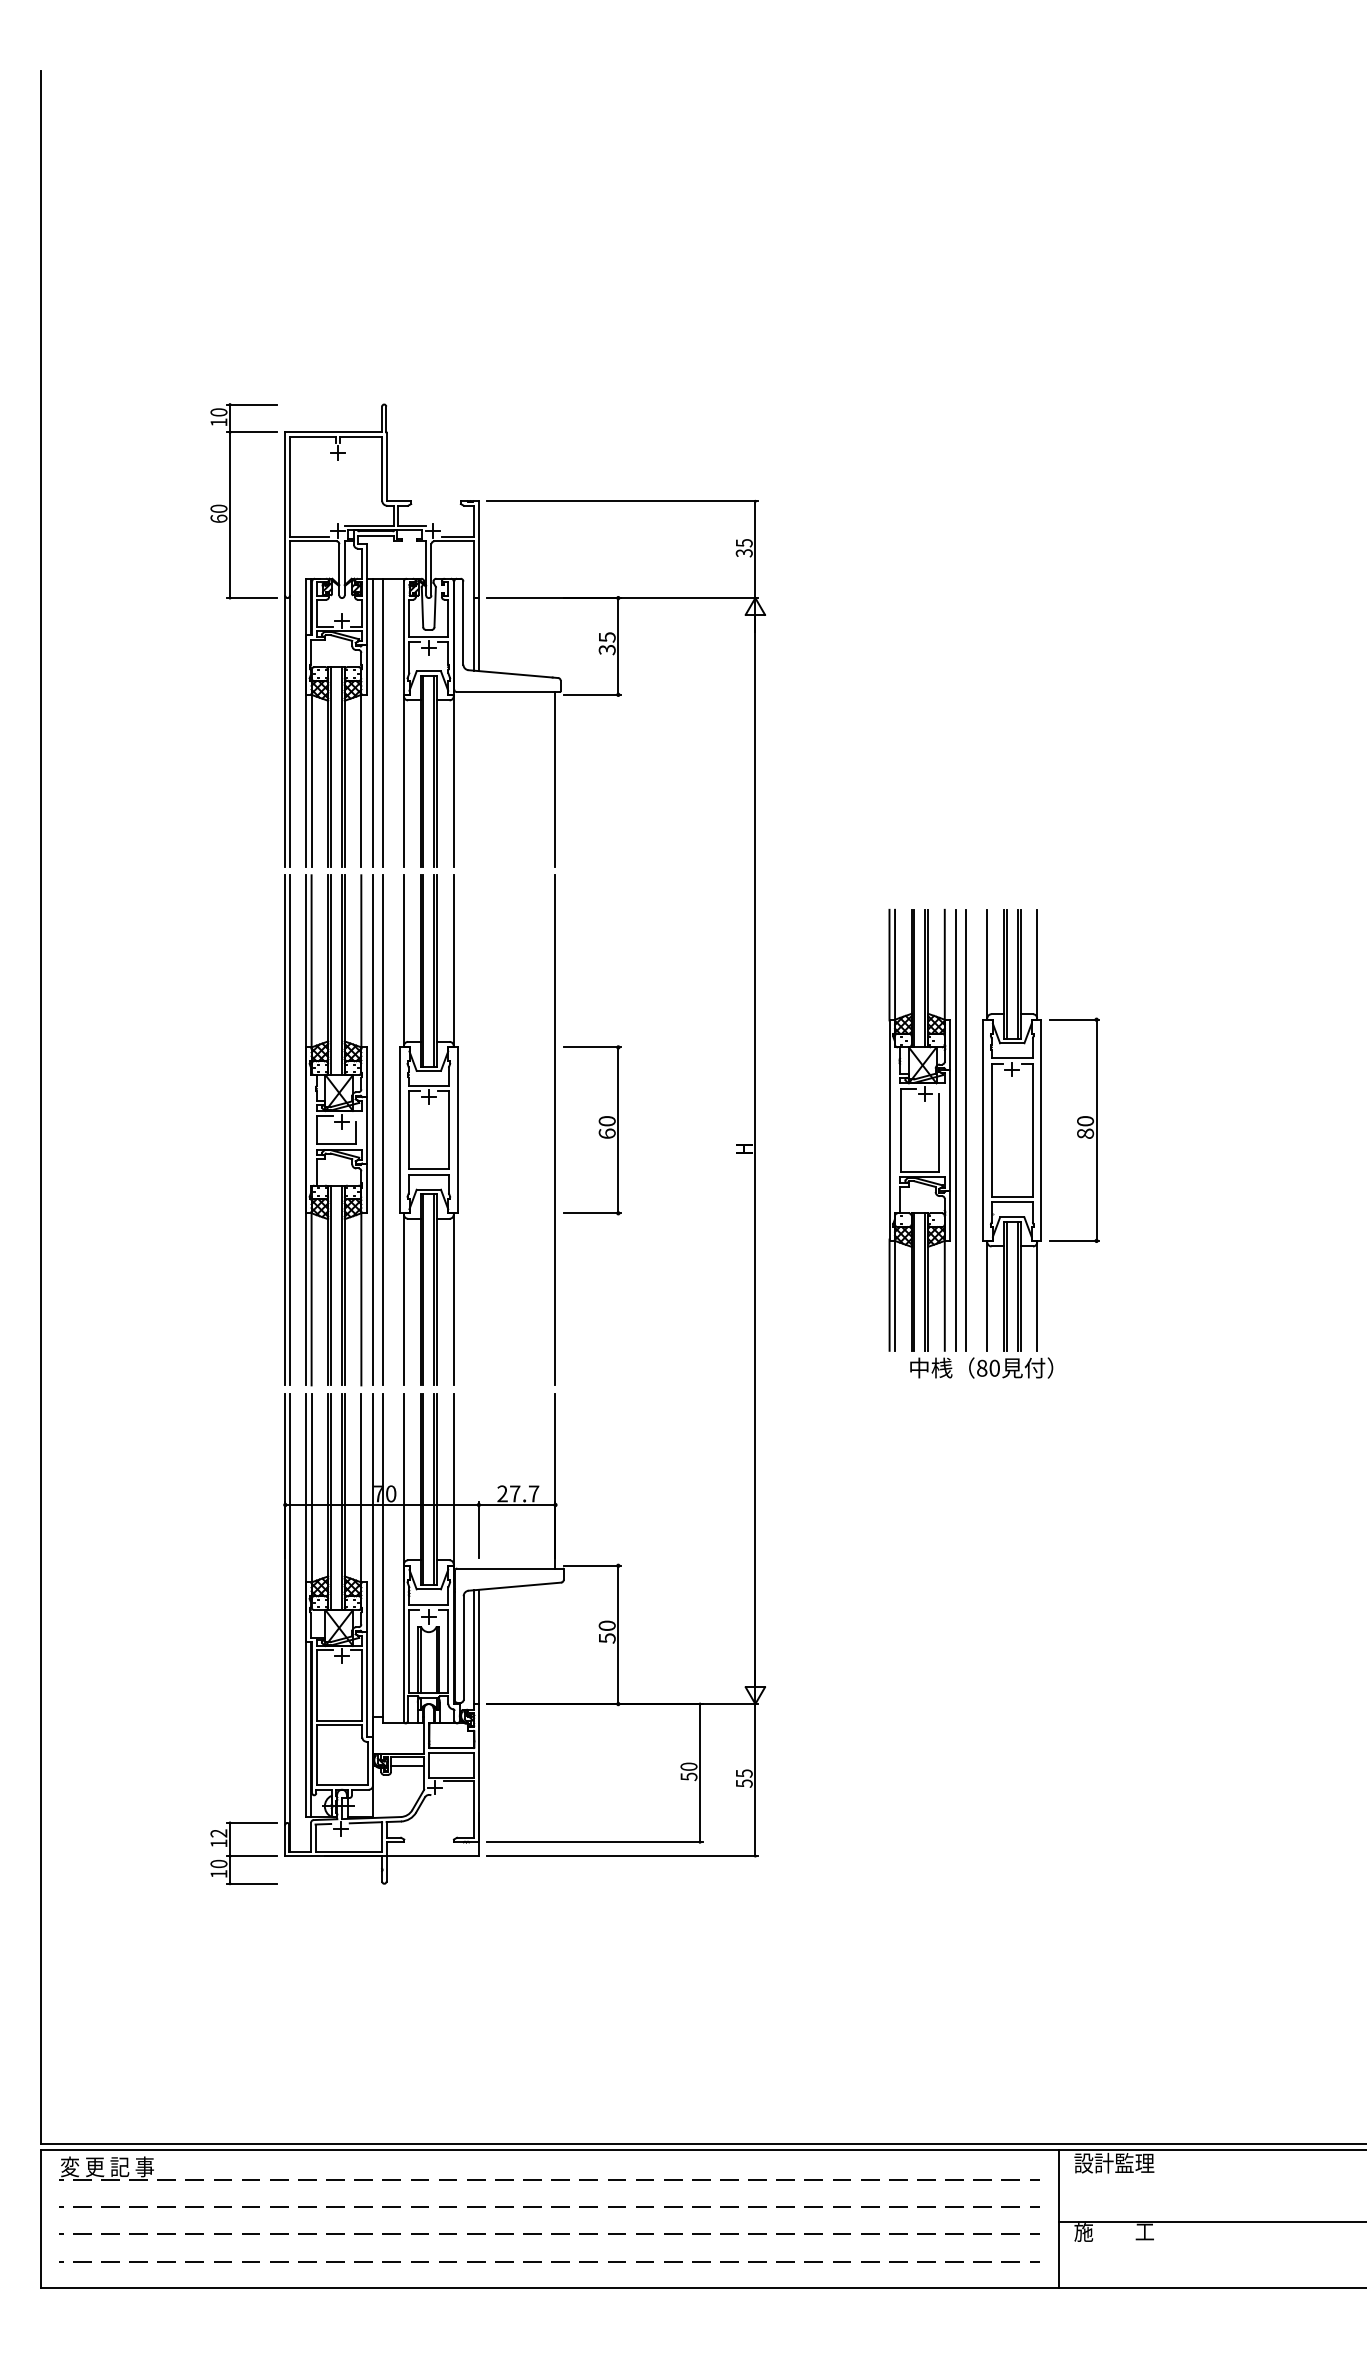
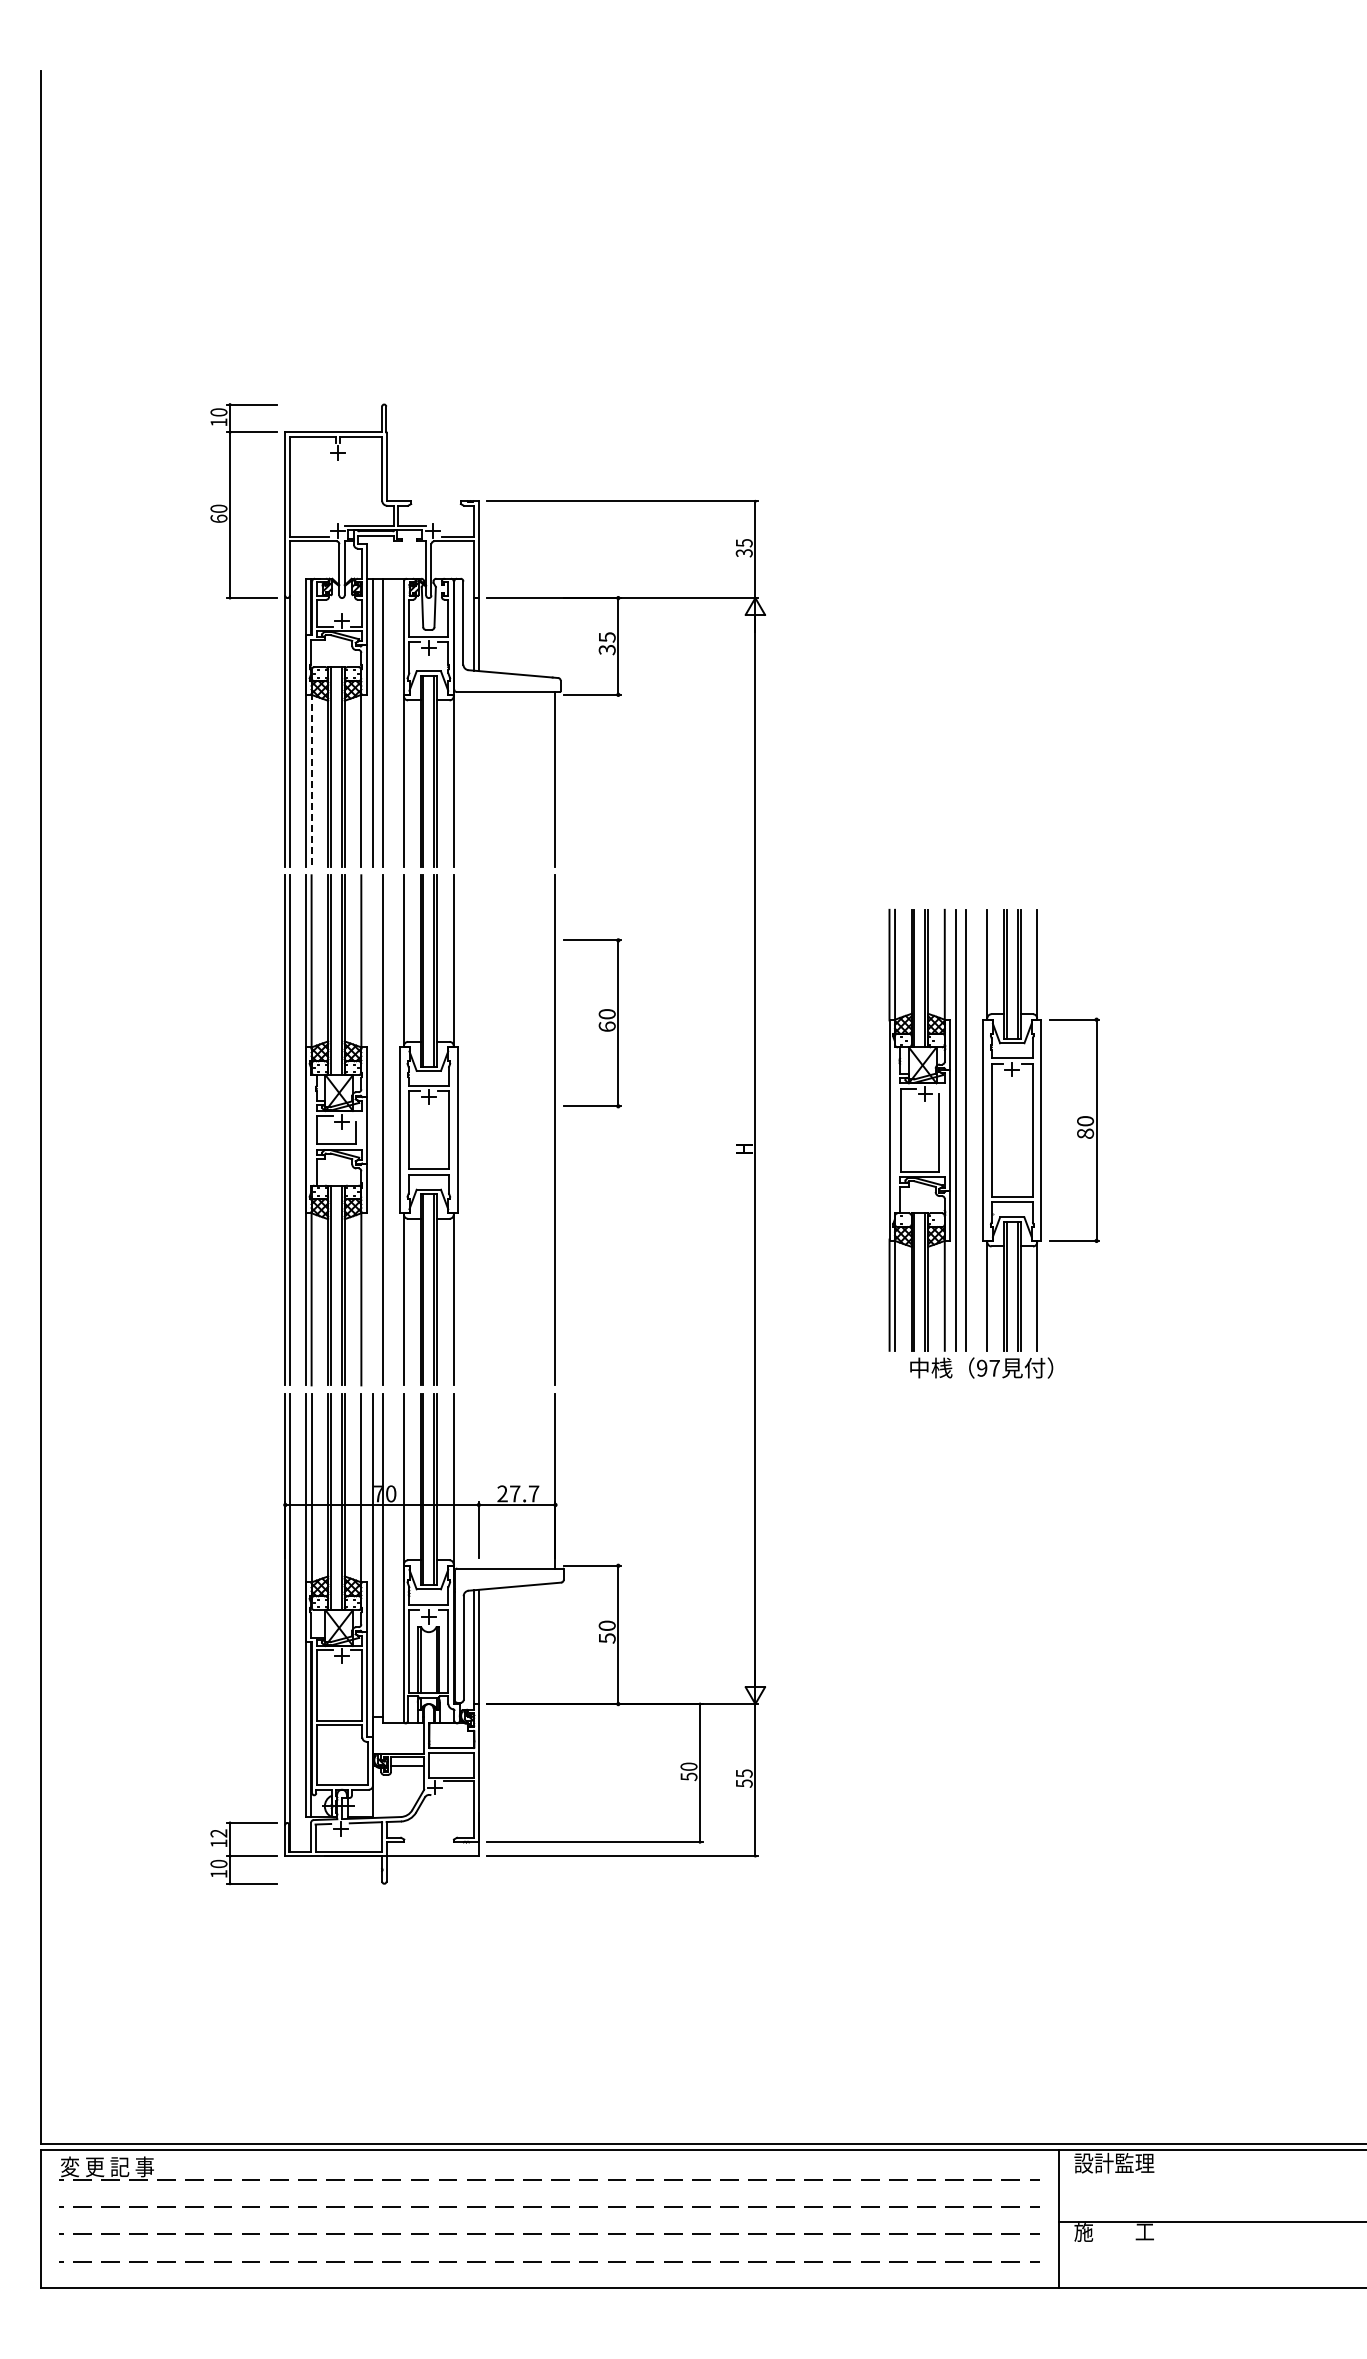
line at (311, 780): solid -> dashed
line at (373, 1130): present -> none
part at (598, 1131) position: (598, 1131) -> (598, 1024)
text at (988, 1367): 80 -> 97
